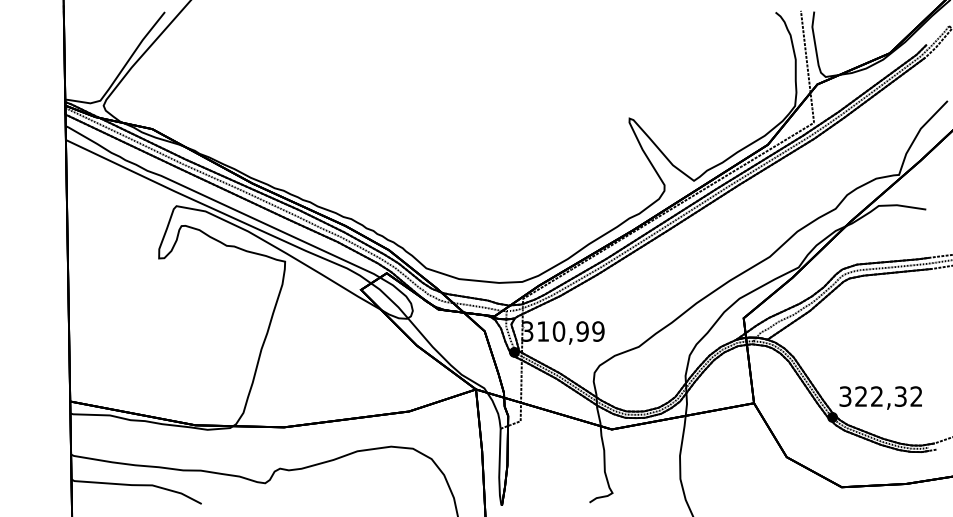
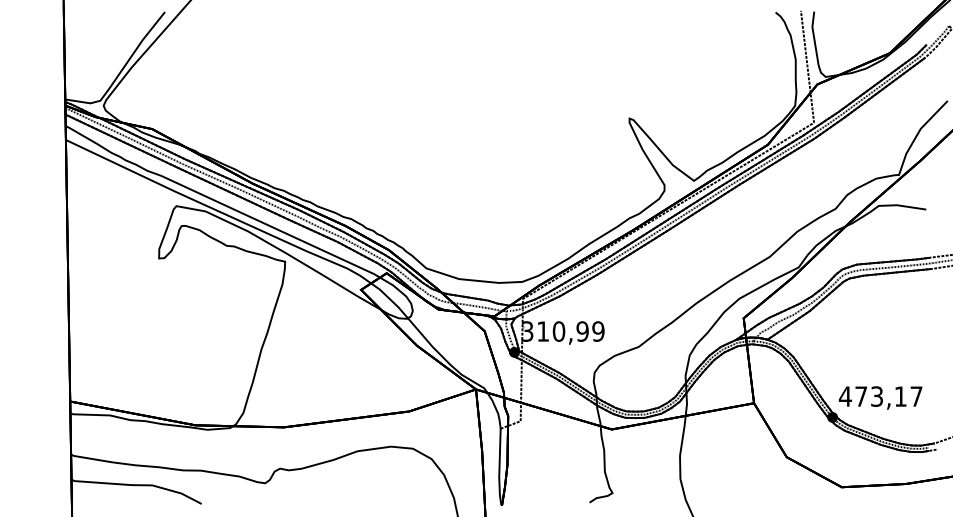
text at (880, 396): 322,32 -> 473,17
